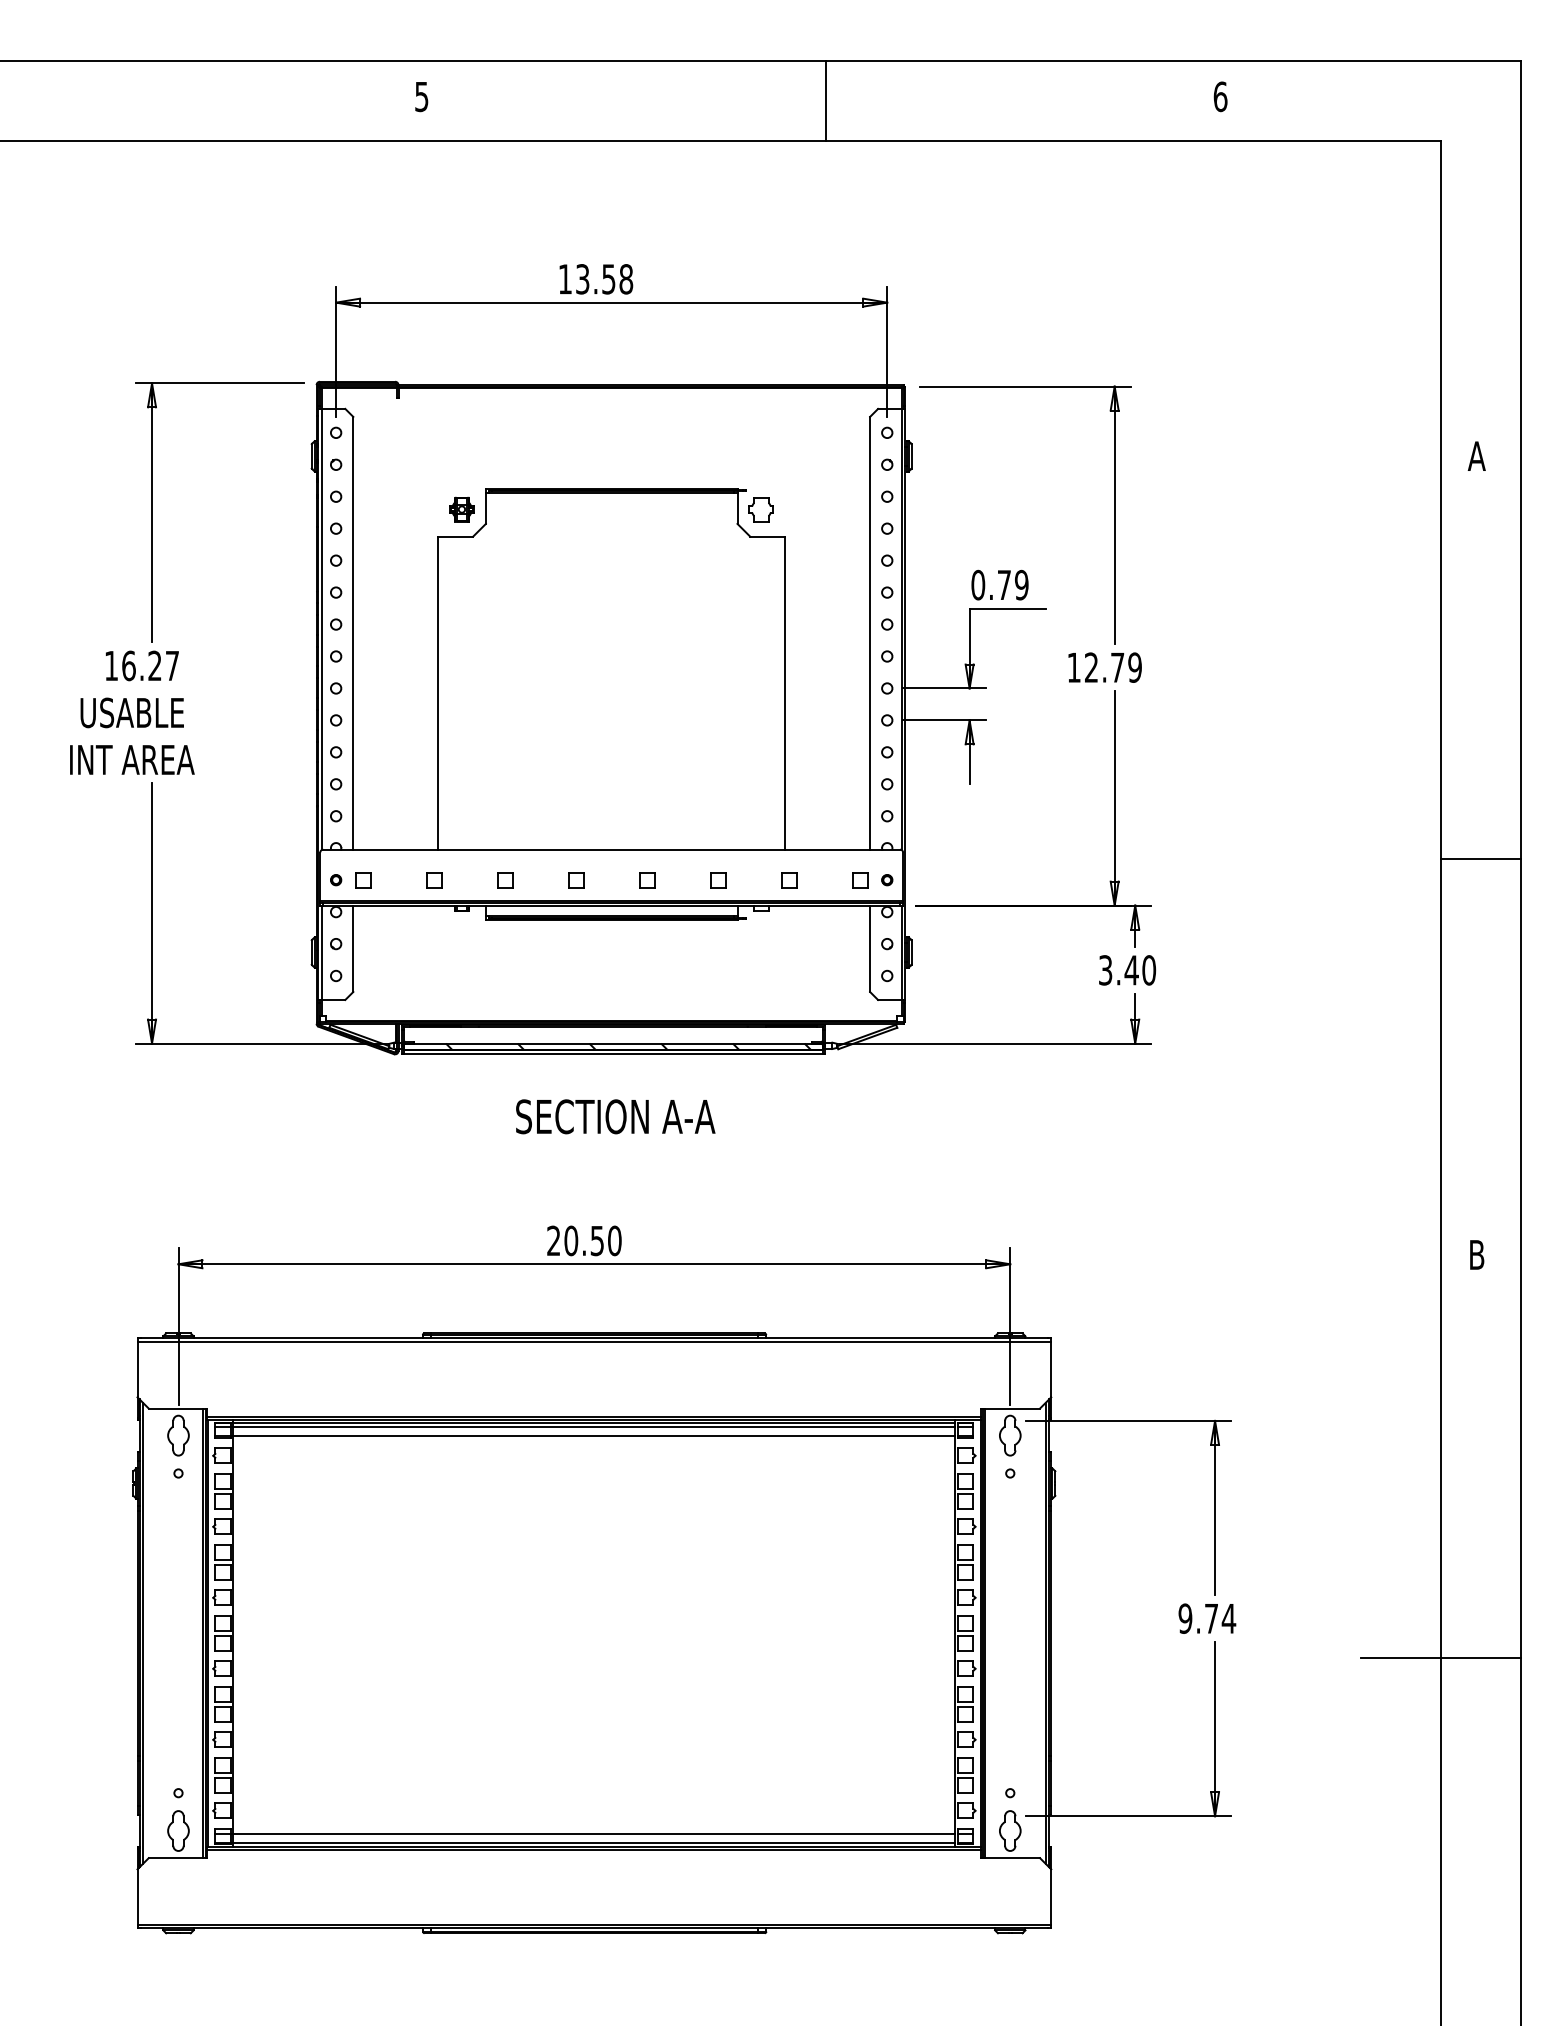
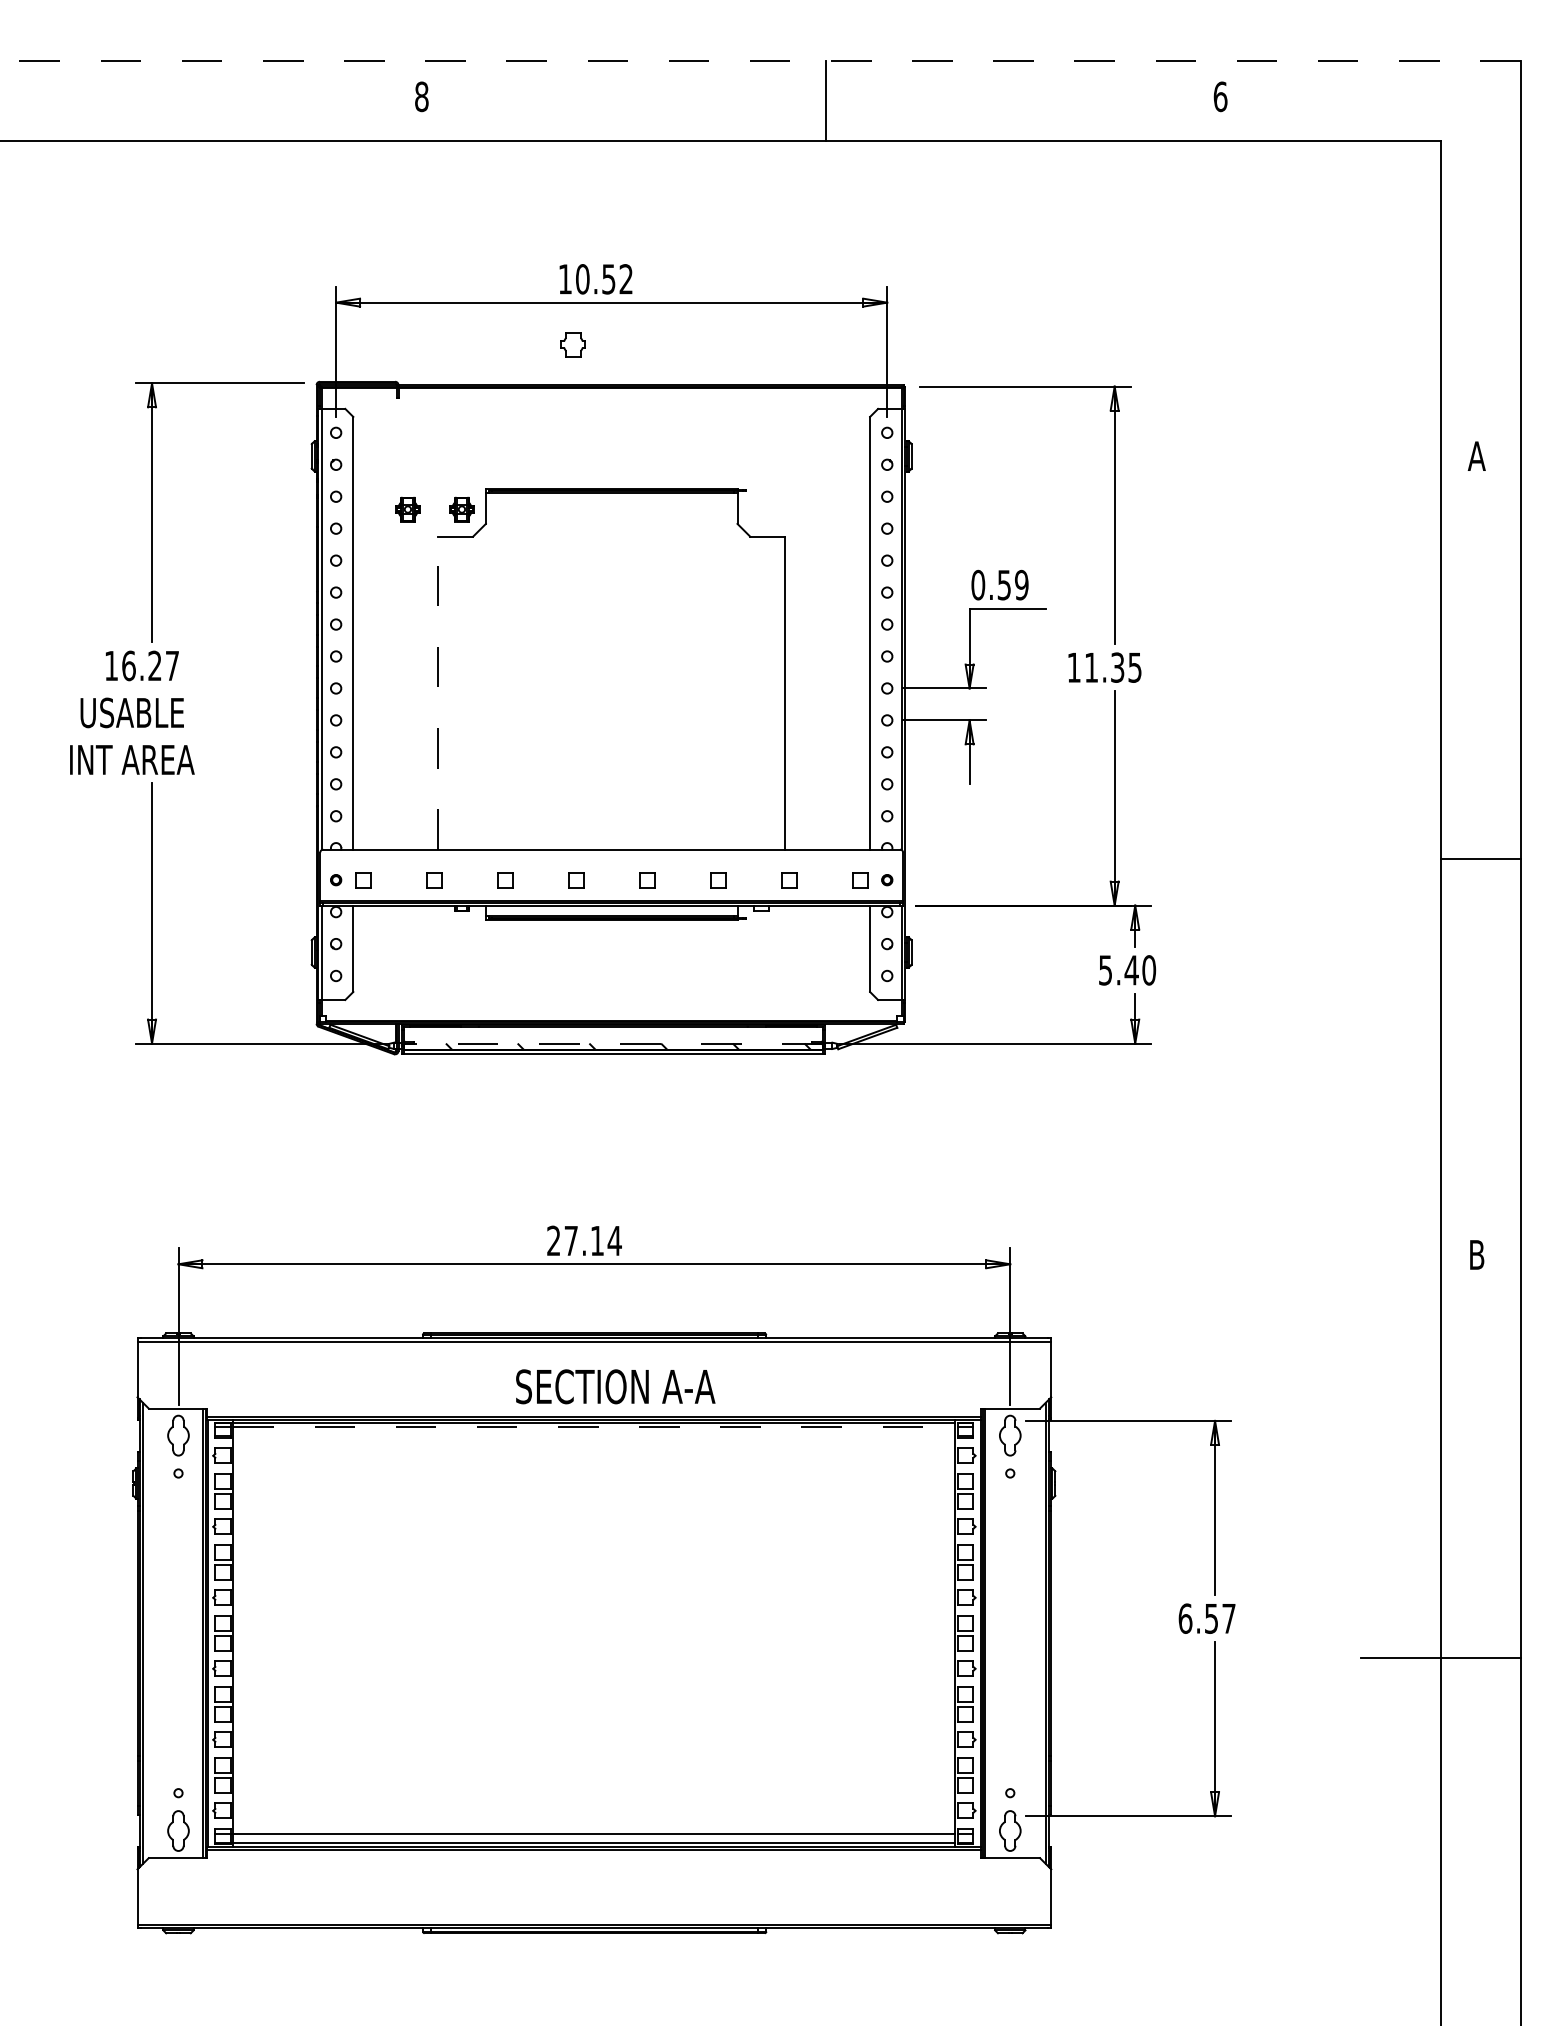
line at (760, 60): solid -> dashed
text at (421, 96): 5 -> 8
text at (604, 279): 13.58 -> 10.52
part at (407, 509): none -> present
part at (760, 509) position: (760, 509) -> (572, 344)
text at (1003, 585): 0.79 -> 0.59
text at (1113, 667): 12.79 -> 11.35
line at (437, 692): solid -> dashed
text at (1105, 969): 3.40 -> 5.40
line at (613, 1043): solid -> dashed
text at (615, 1116) position: (615, 1116) -> (615, 1386)
text at (592, 1240): 20.50 -> 27.14
line at (594, 1427): solid -> dashed
line at (594, 1436): present -> none
text at (1207, 1618): 9.74 -> 6.57
